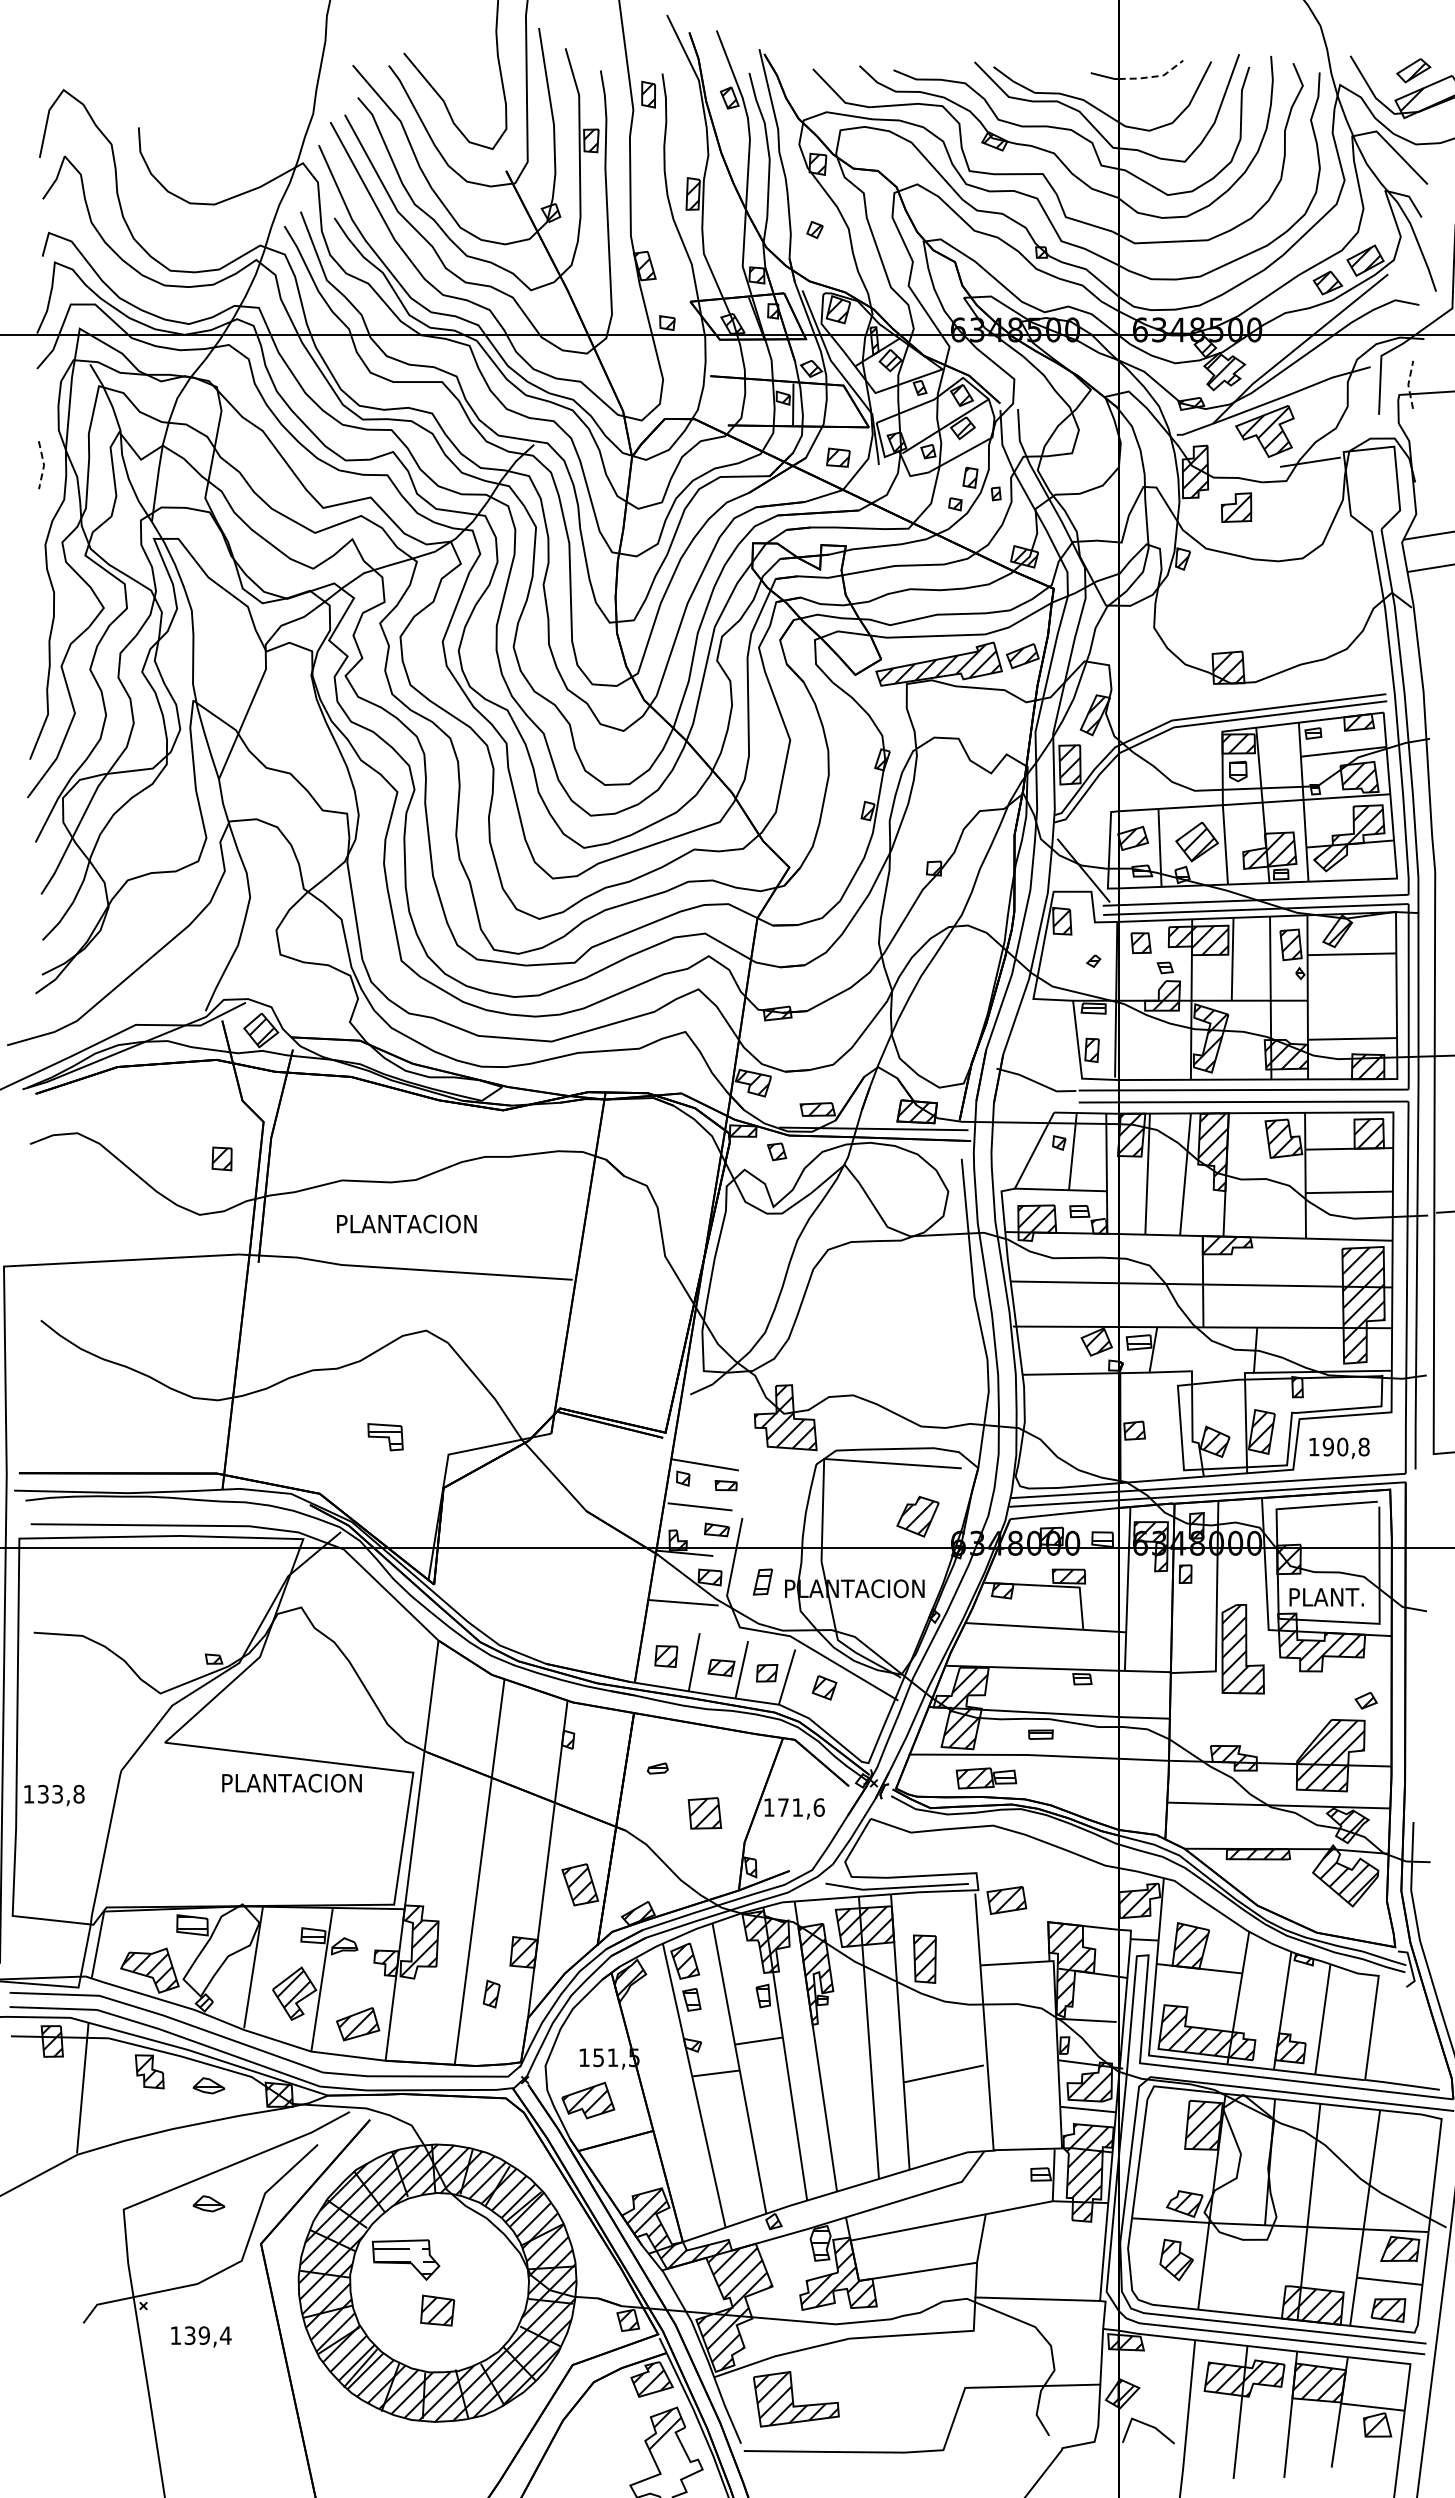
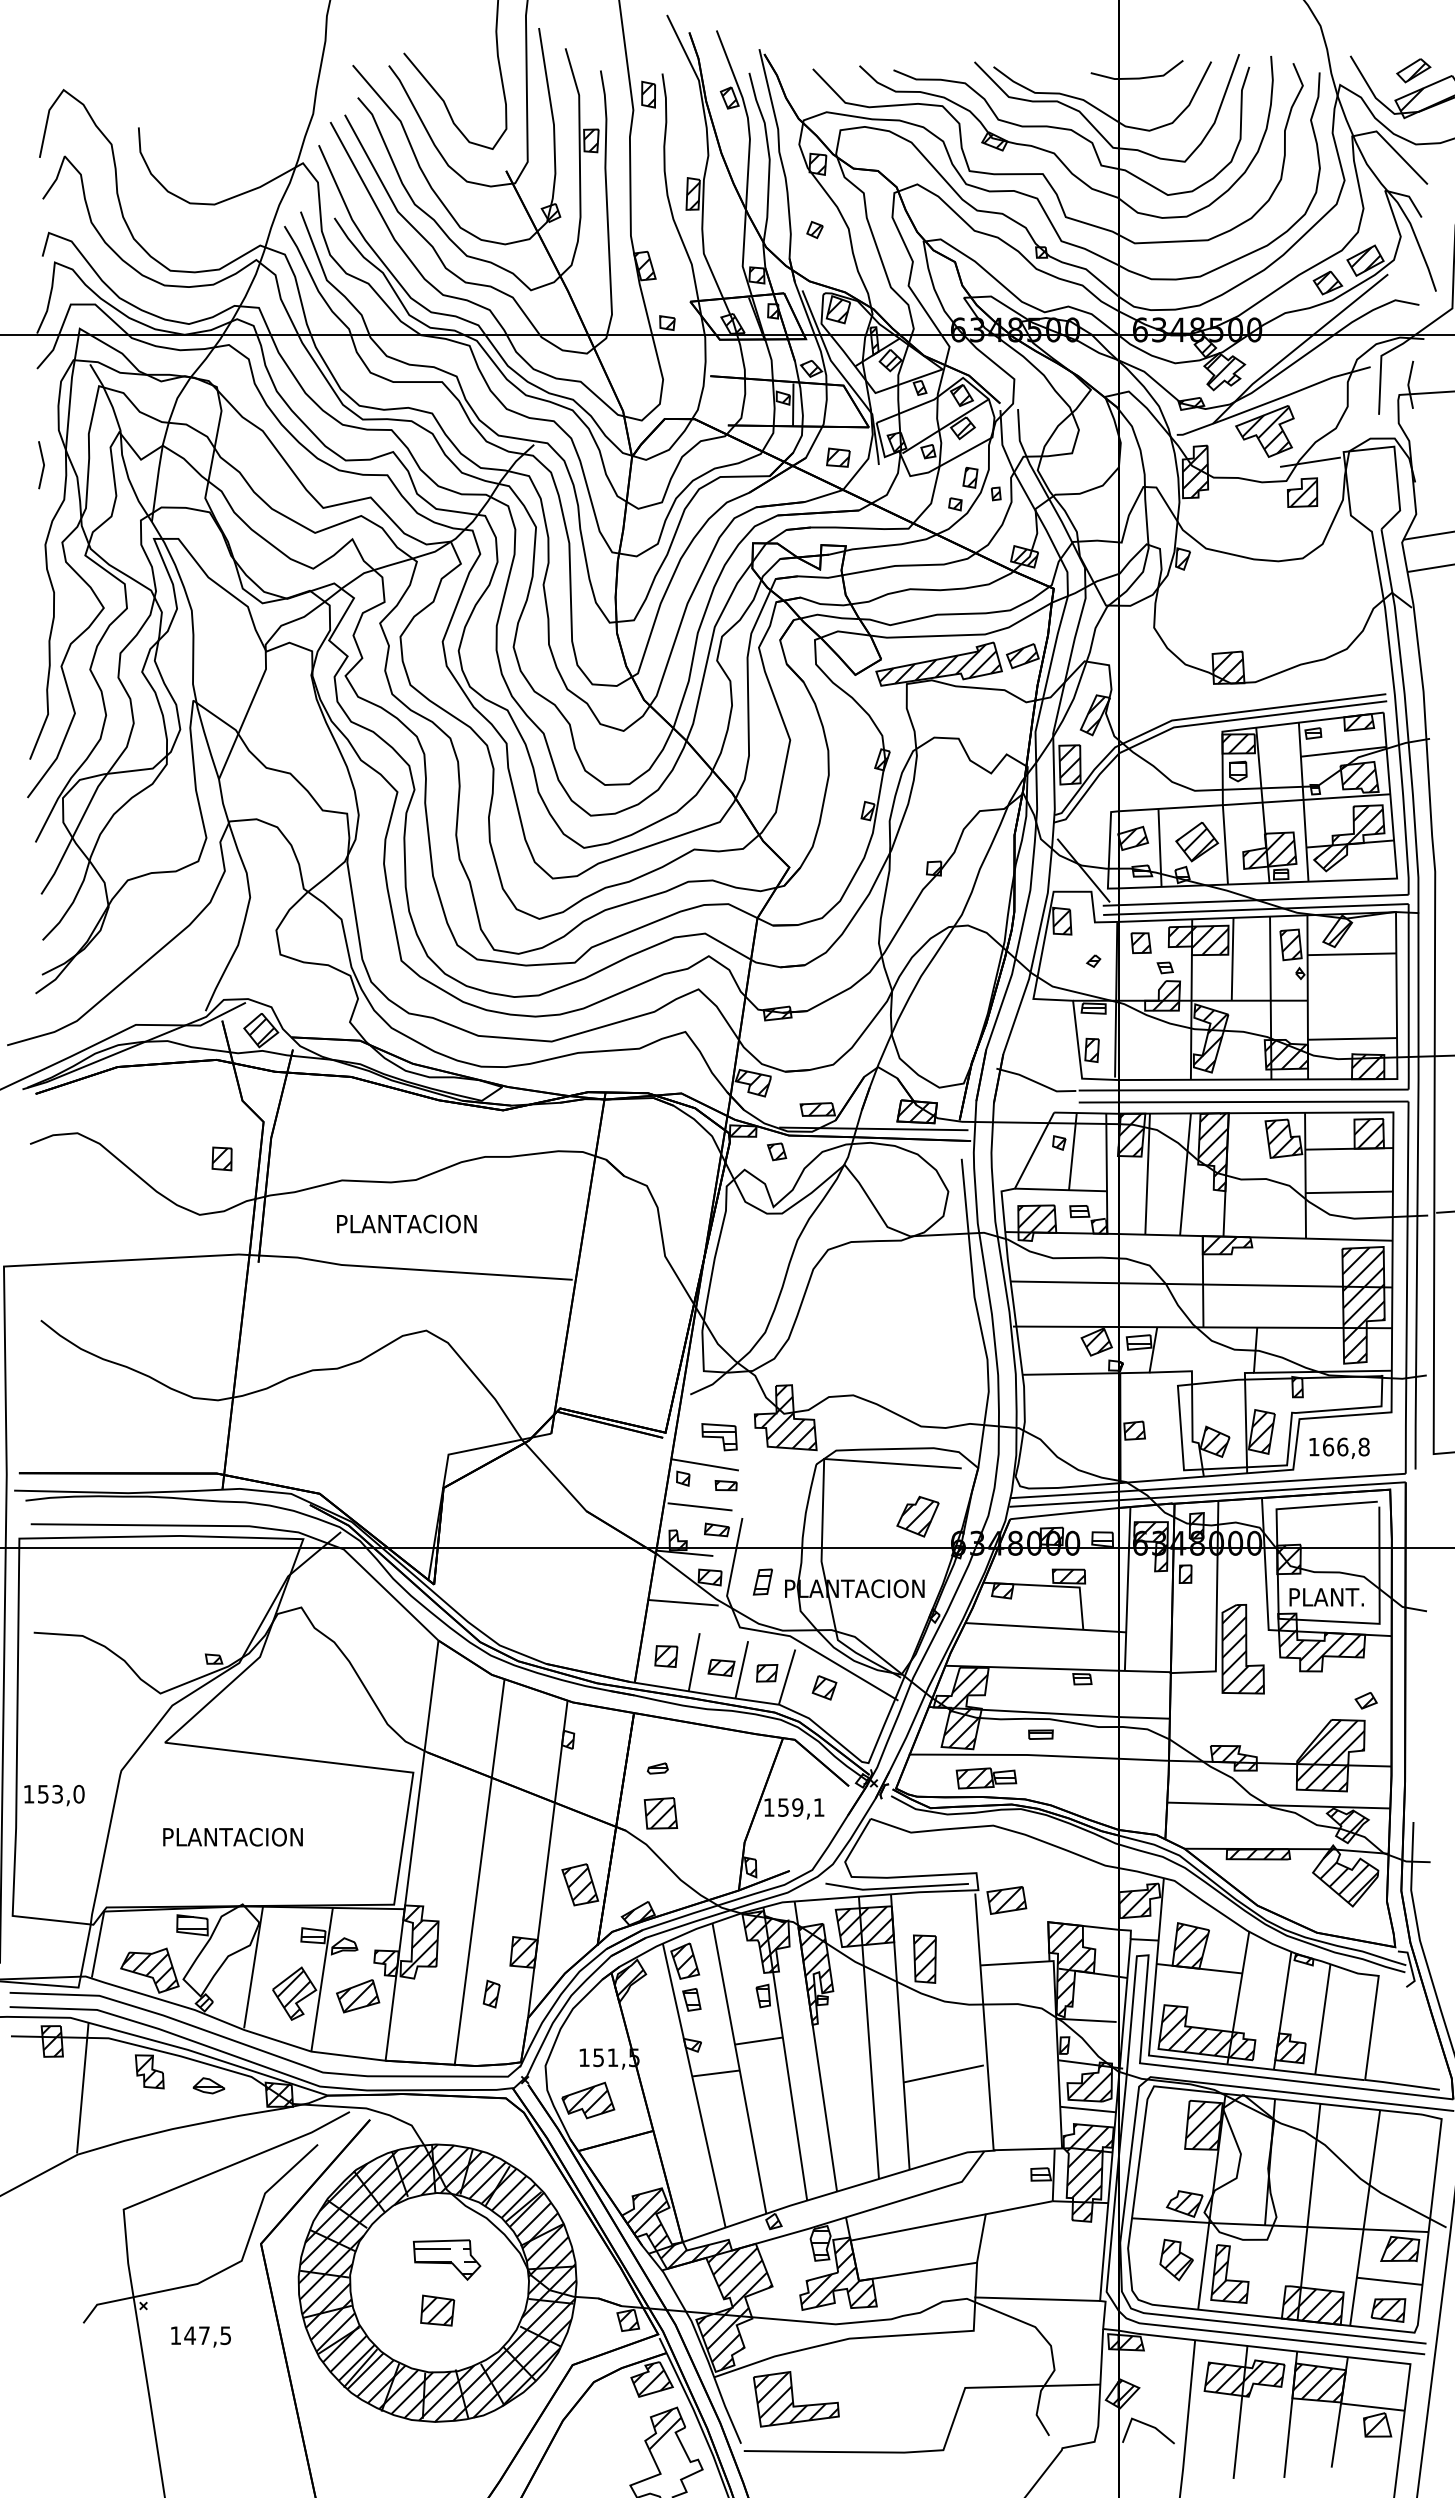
line at (1153, 76): dashed -> solid
line at (1408, 385): dashed -> solid
line at (44, 465): dashed -> solid
part at (1236, 507) position: (1236, 507) -> (1302, 492)
part at (385, 1437) position: (385, 1437) -> (719, 1437)
text at (1335, 1446): 190,8 -> 166,8
text at (291, 1782) position: (291, 1782) -> (232, 1836)
text at (61, 1793): 133,8 -> 153,0
text at (801, 1807): 171,6 -> 159,1
part at (704, 1813) position: (704, 1813) -> (660, 1813)
part at (358, 2024) position: (358, 2024) -> (358, 1996)
part at (208, 2203): present -> none
part at (405, 2259) position: (405, 2259) -> (446, 2259)
part at (1229, 2273): none -> present
text at (207, 2335): 139,4 -> 147,5
